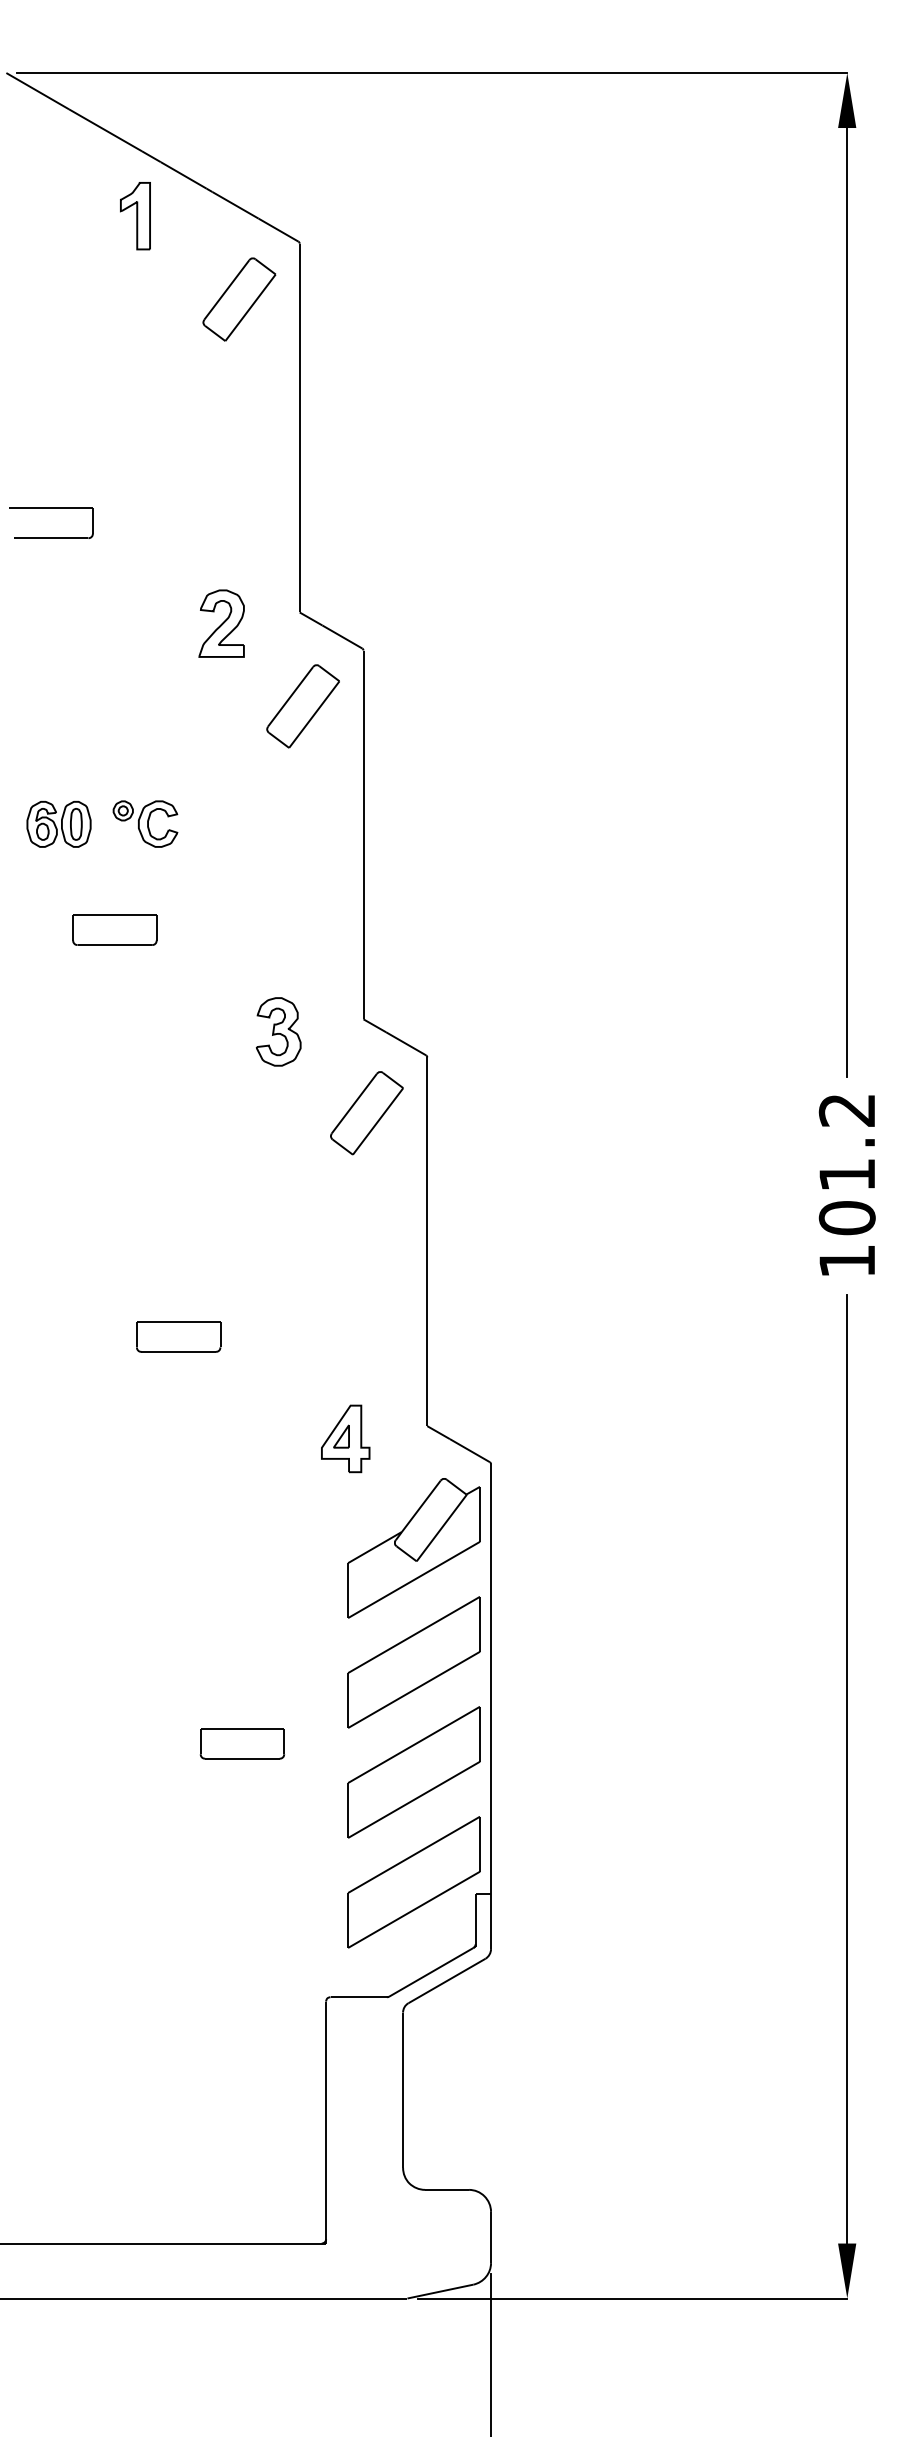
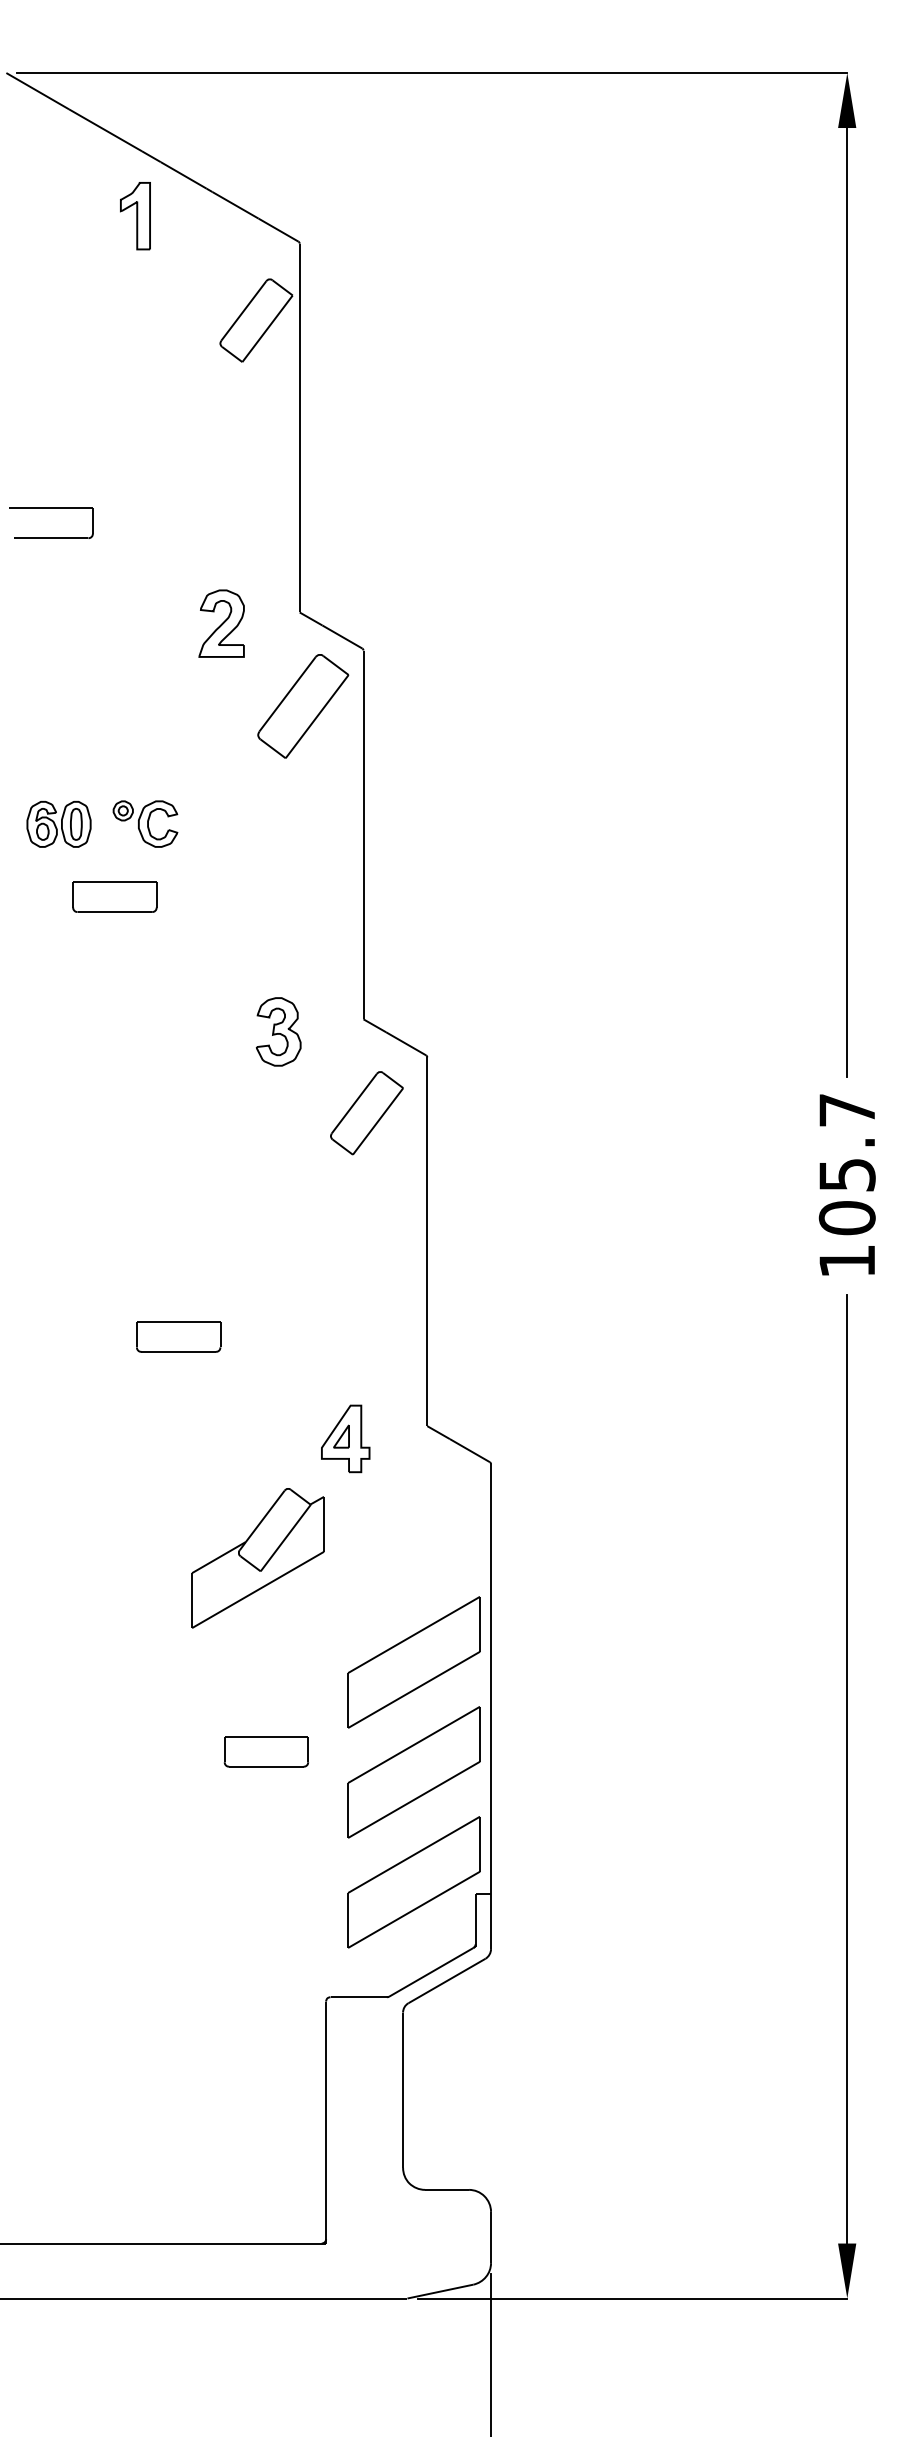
part at (239, 299) position: (239, 299) -> (256, 320)
part at (302, 706) size: 74x85 px -> 93x105 px
part at (114, 929) position: (114, 929) -> (114, 896)
text at (846, 1142): 101.2 -> 105.7
part at (413, 1548) position: (413, 1548) -> (257, 1558)
part at (242, 1743) position: (242, 1743) -> (266, 1751)
